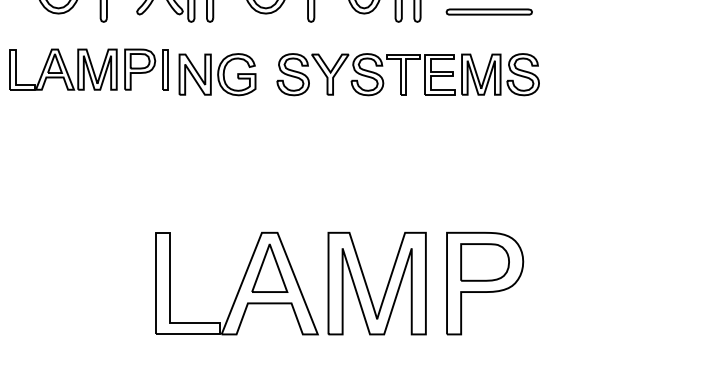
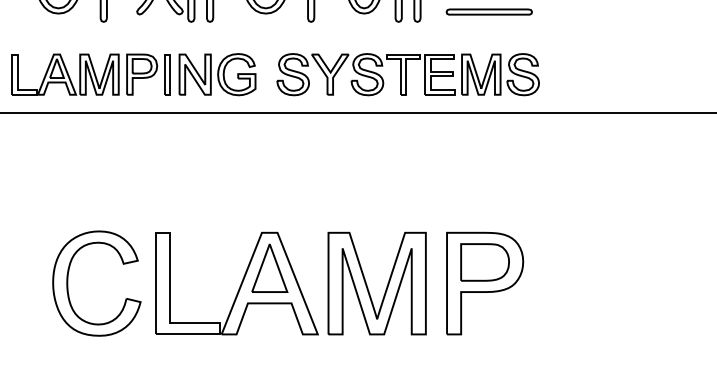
part at (88, 69) position: (88, 69) -> (90, 74)
line at (357, 113): none -> present
part at (68, 283): none -> present
